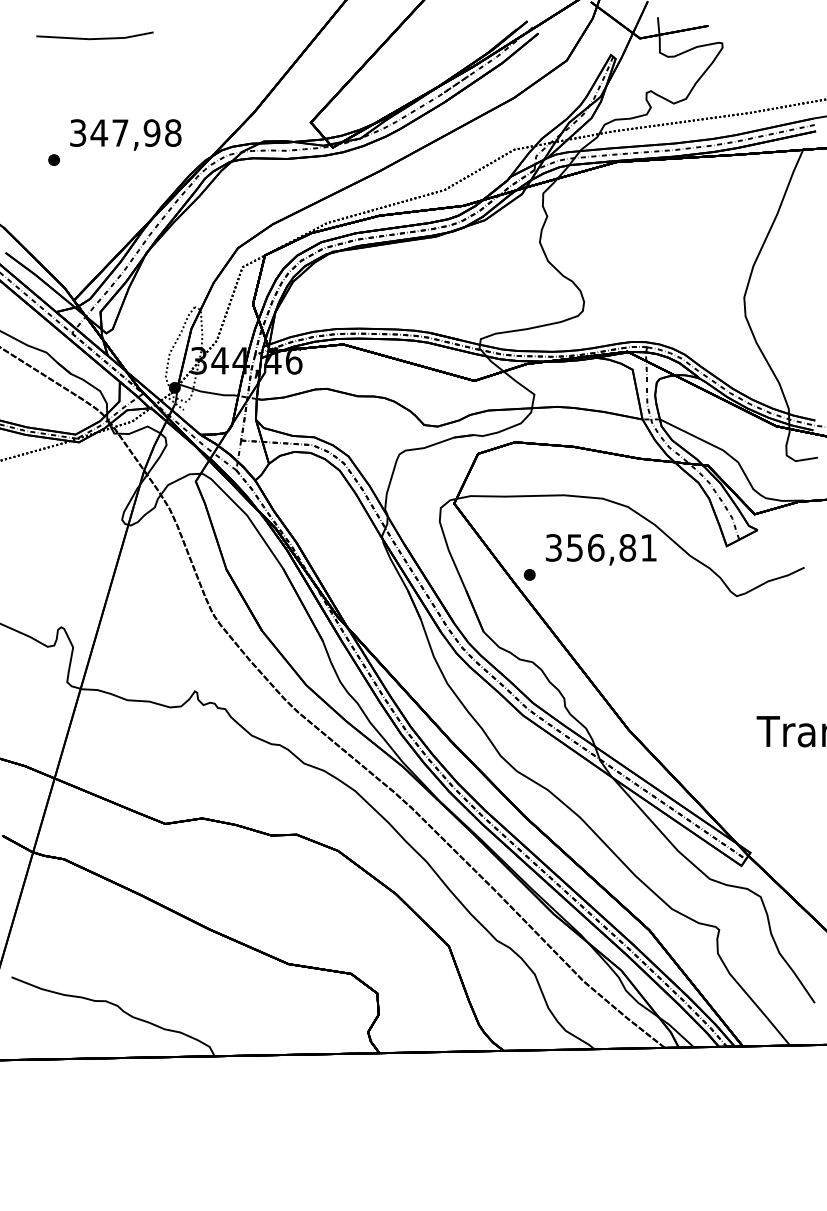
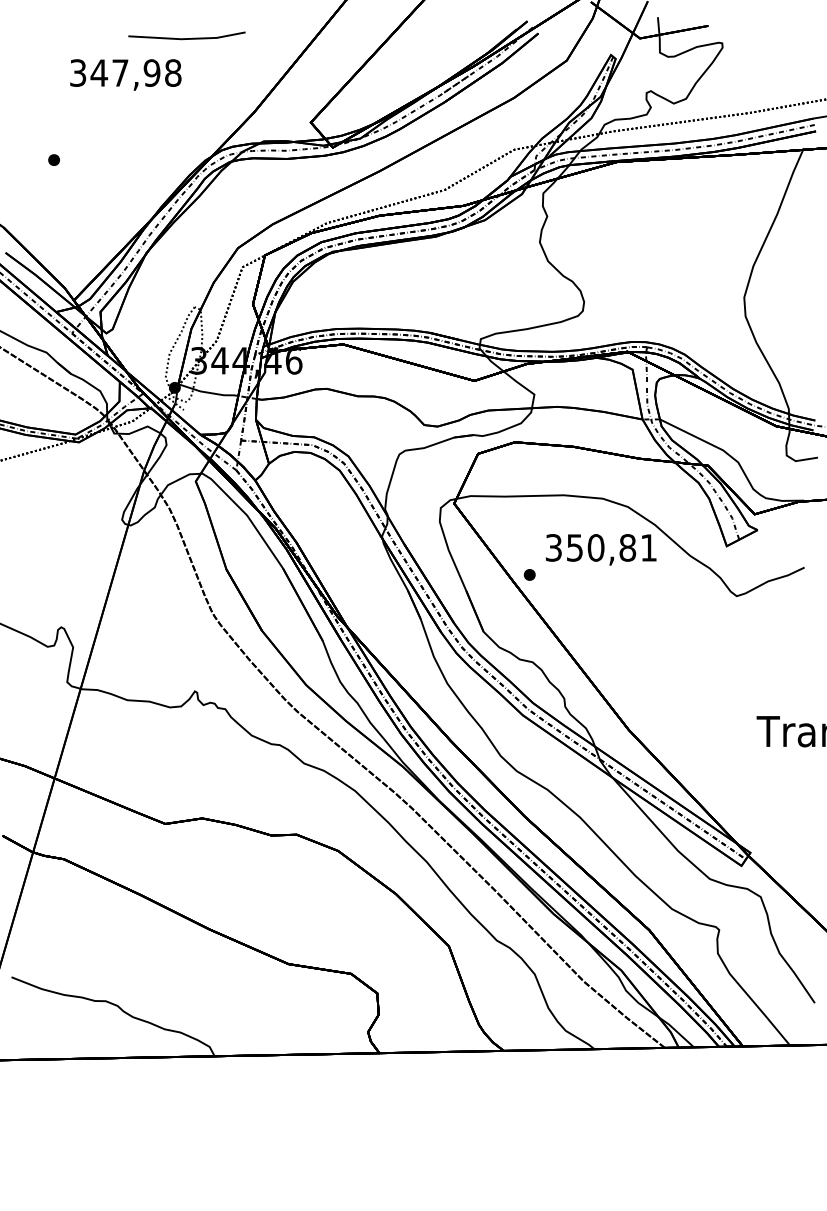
line at (94, 38) position: (94, 38) -> (186, 38)
text at (125, 134) position: (125, 134) -> (125, 74)
text at (595, 547): 356,81 -> 350,81
